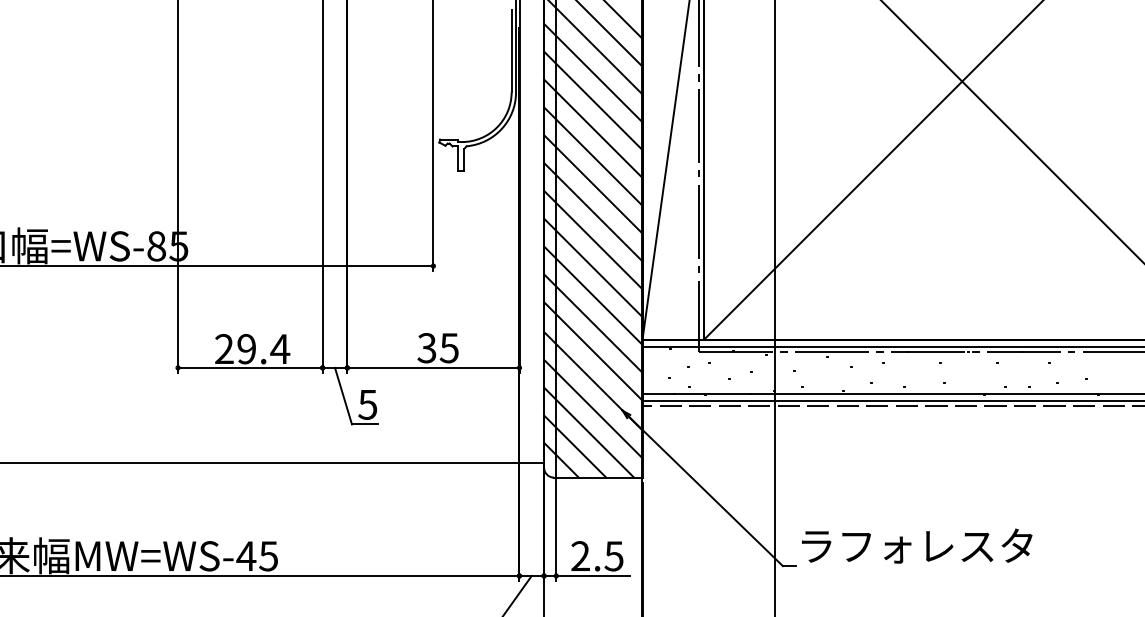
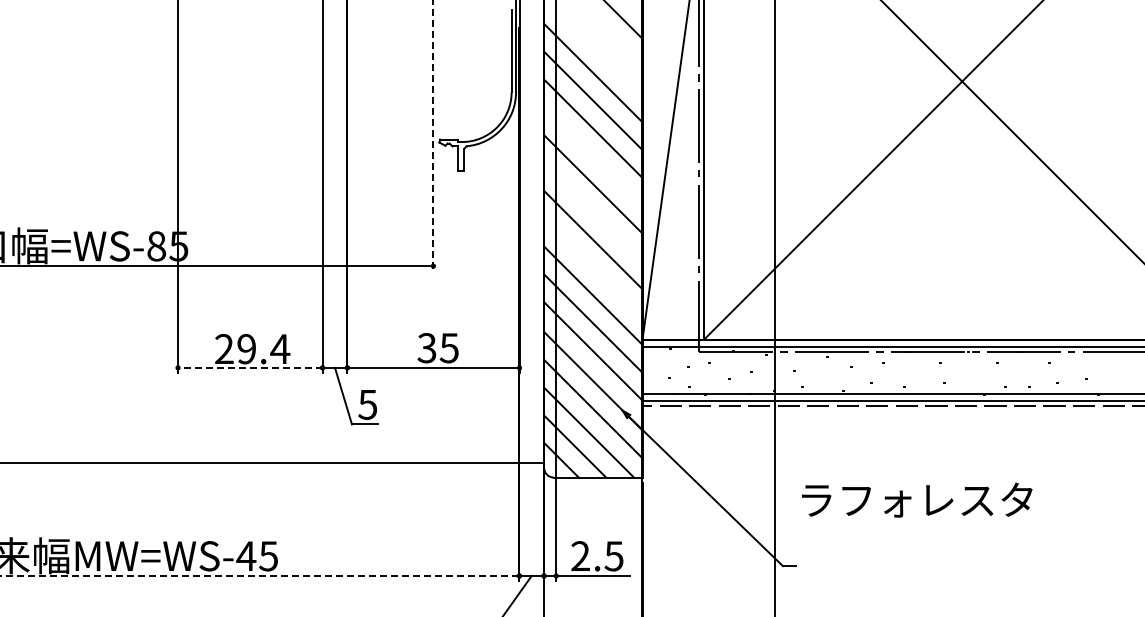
line at (609, 34): present -> none
line at (596, 48): present -> none
line at (433, 136): solid -> dashed
line at (593, 156): present -> none
line at (593, 212): present -> none
line at (593, 267): present -> none
line at (249, 367): solid -> dashed
text at (917, 545) position: (917, 545) -> (917, 499)
line at (259, 575): solid -> dashed
